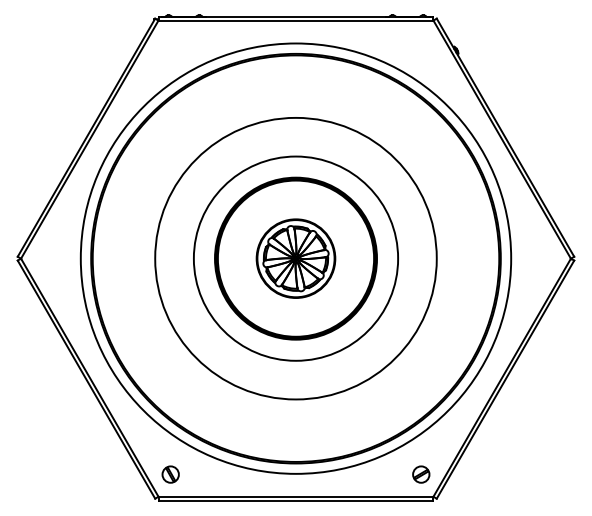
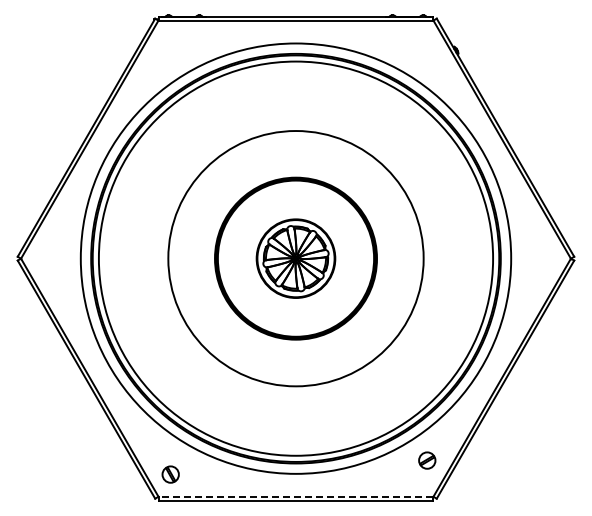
circle at (295, 258) diameter: 204 px -> 255 px
circle at (295, 258) diameter: 282 px -> 394 px
part at (421, 474) position: (421, 474) -> (427, 460)
line at (295, 496): solid -> dashed
